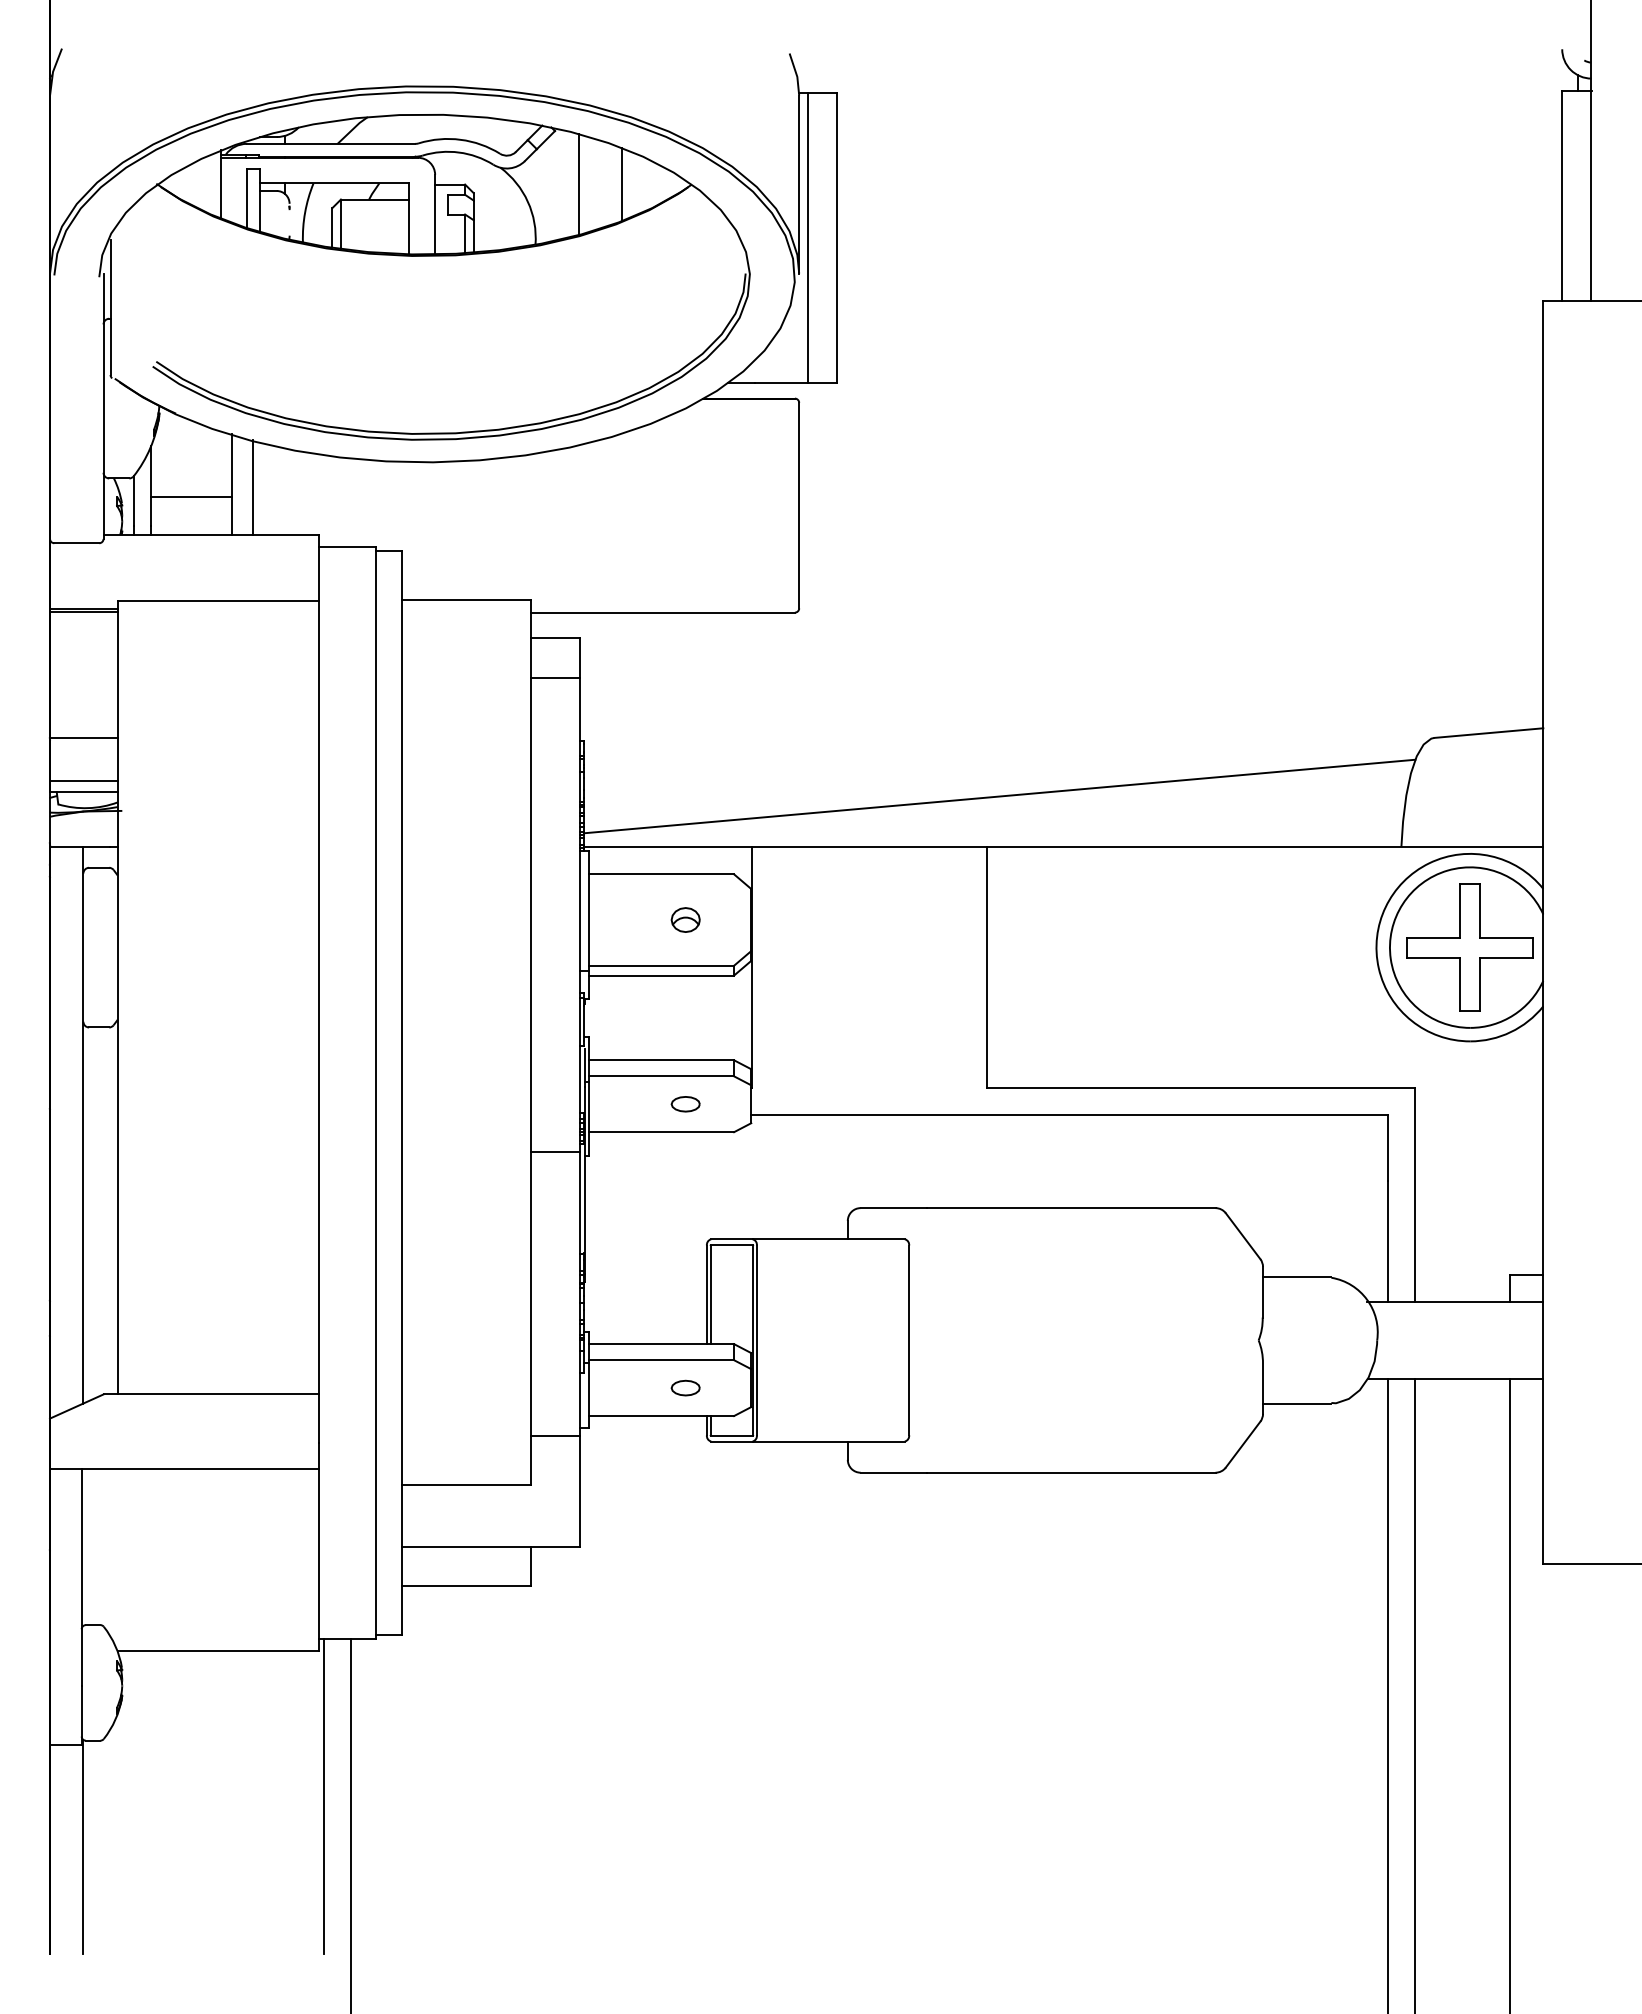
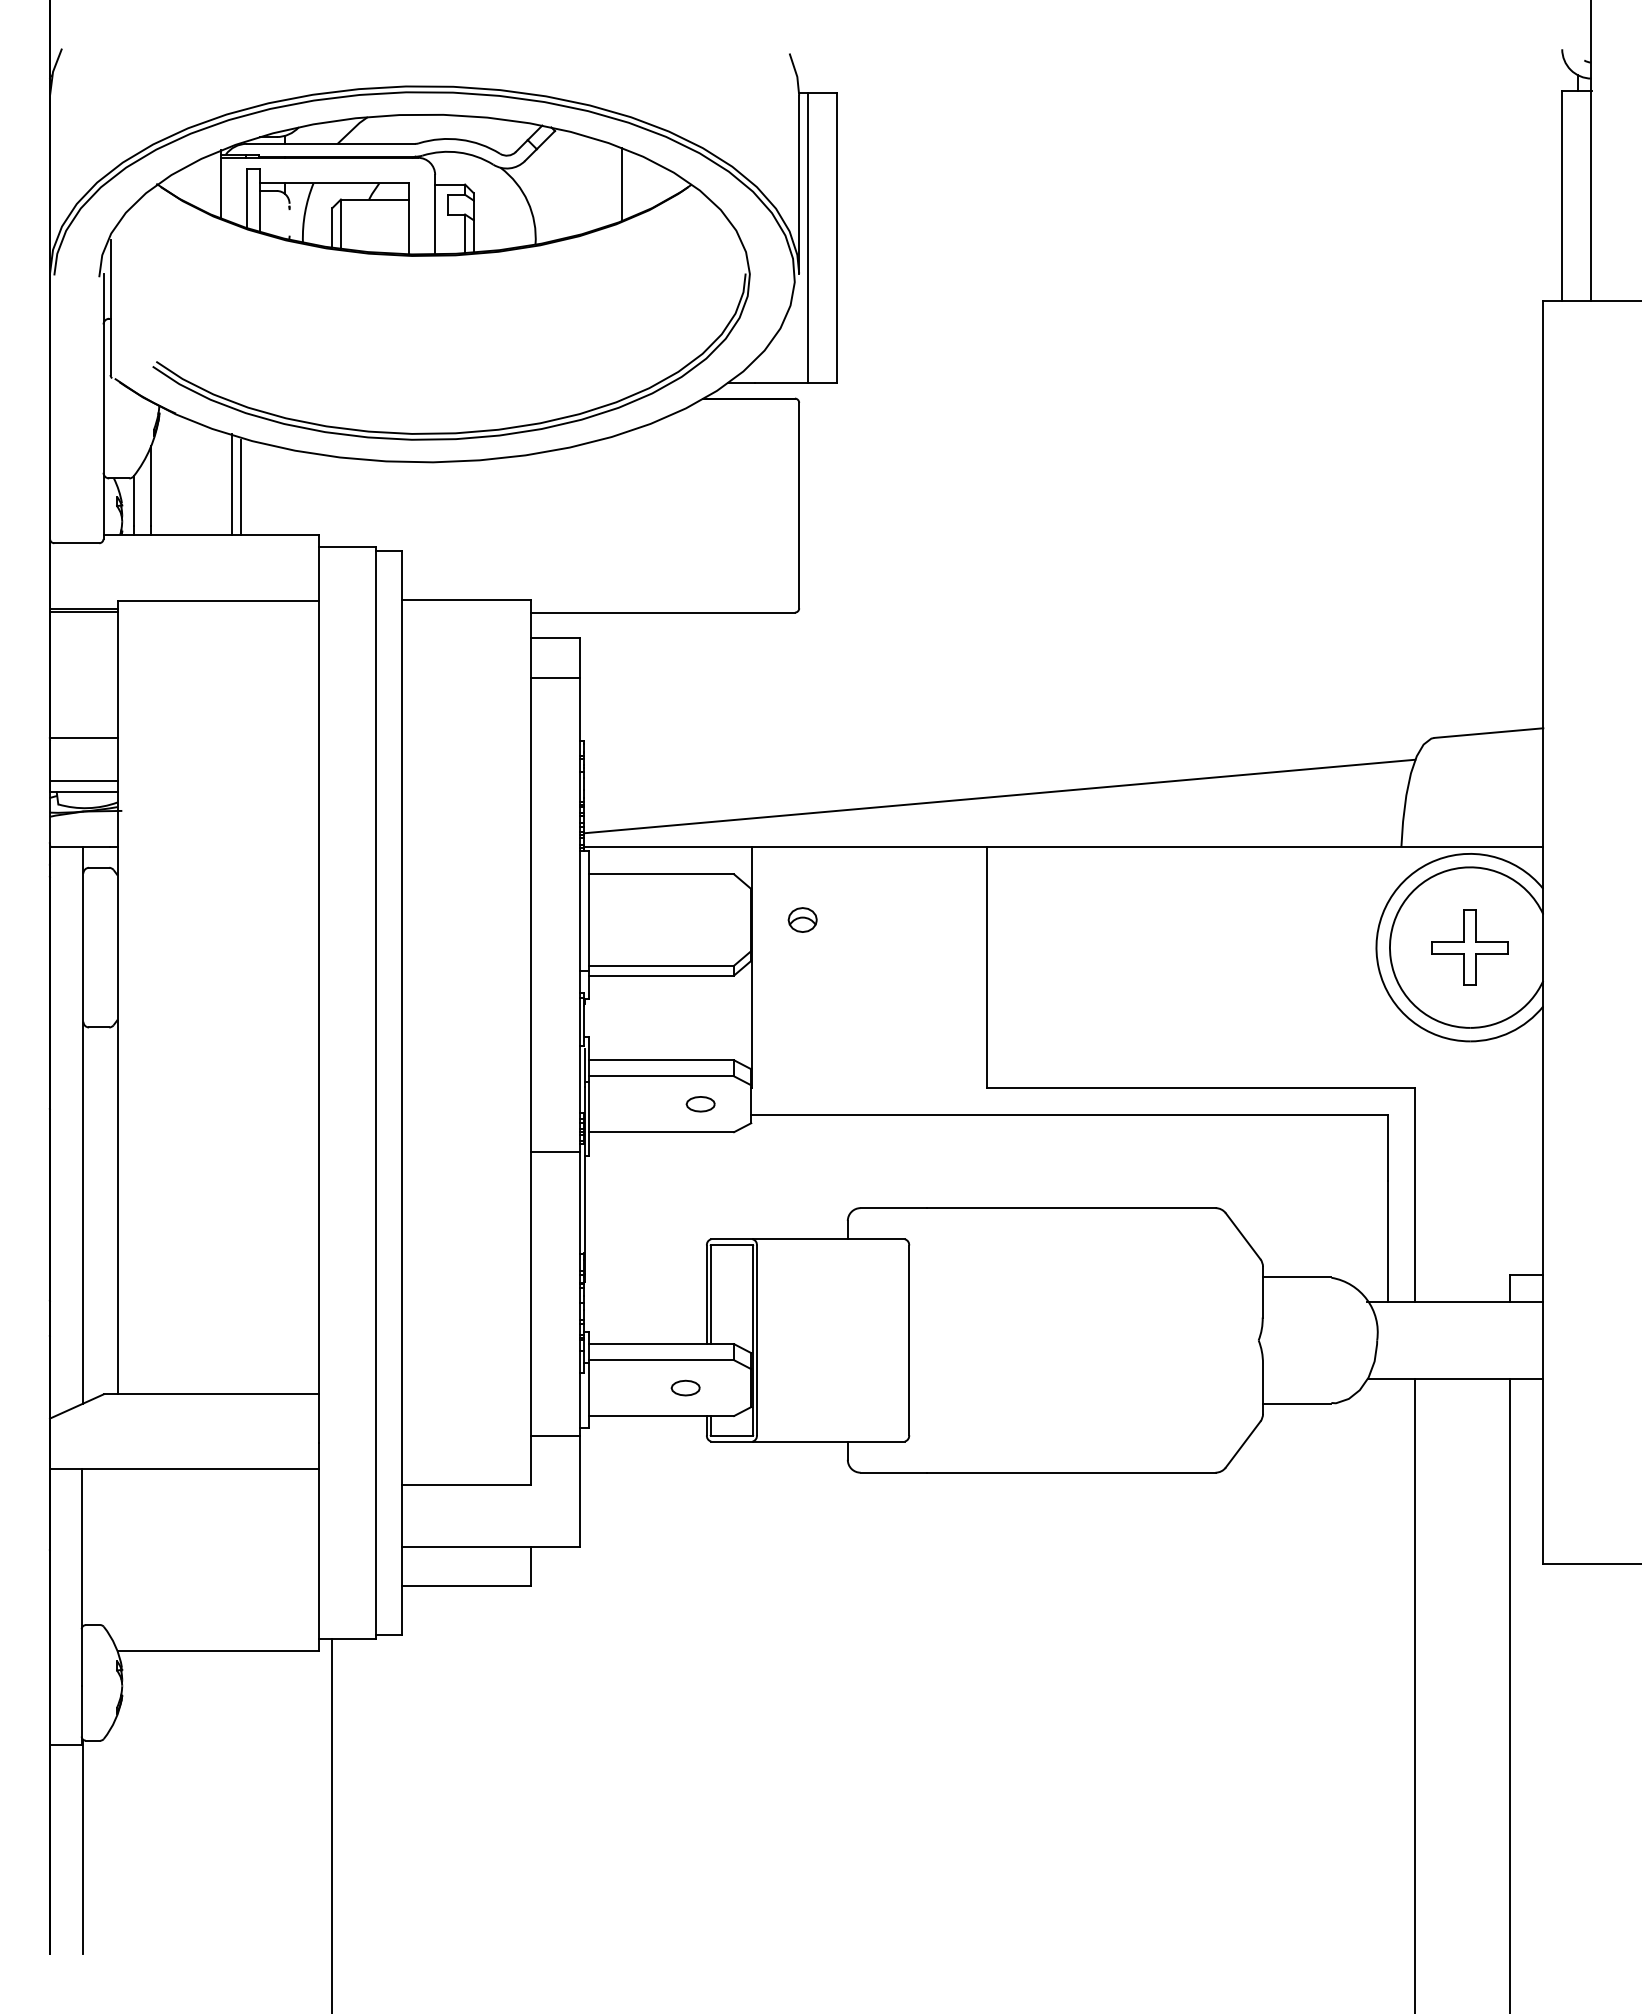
line at (578, 184): present -> none
line at (253, 487) position: (253, 487) -> (241, 487)
line at (191, 497): present -> none
part at (685, 919) position: (685, 919) -> (802, 919)
part at (1469, 947) size: 128x129 px -> 78x77 px
part at (685, 1104) position: (685, 1104) -> (700, 1104)
line at (1387, 1694): present -> none
line at (324, 1795): present -> none
line at (350, 1824) position: (350, 1824) -> (331, 1824)
